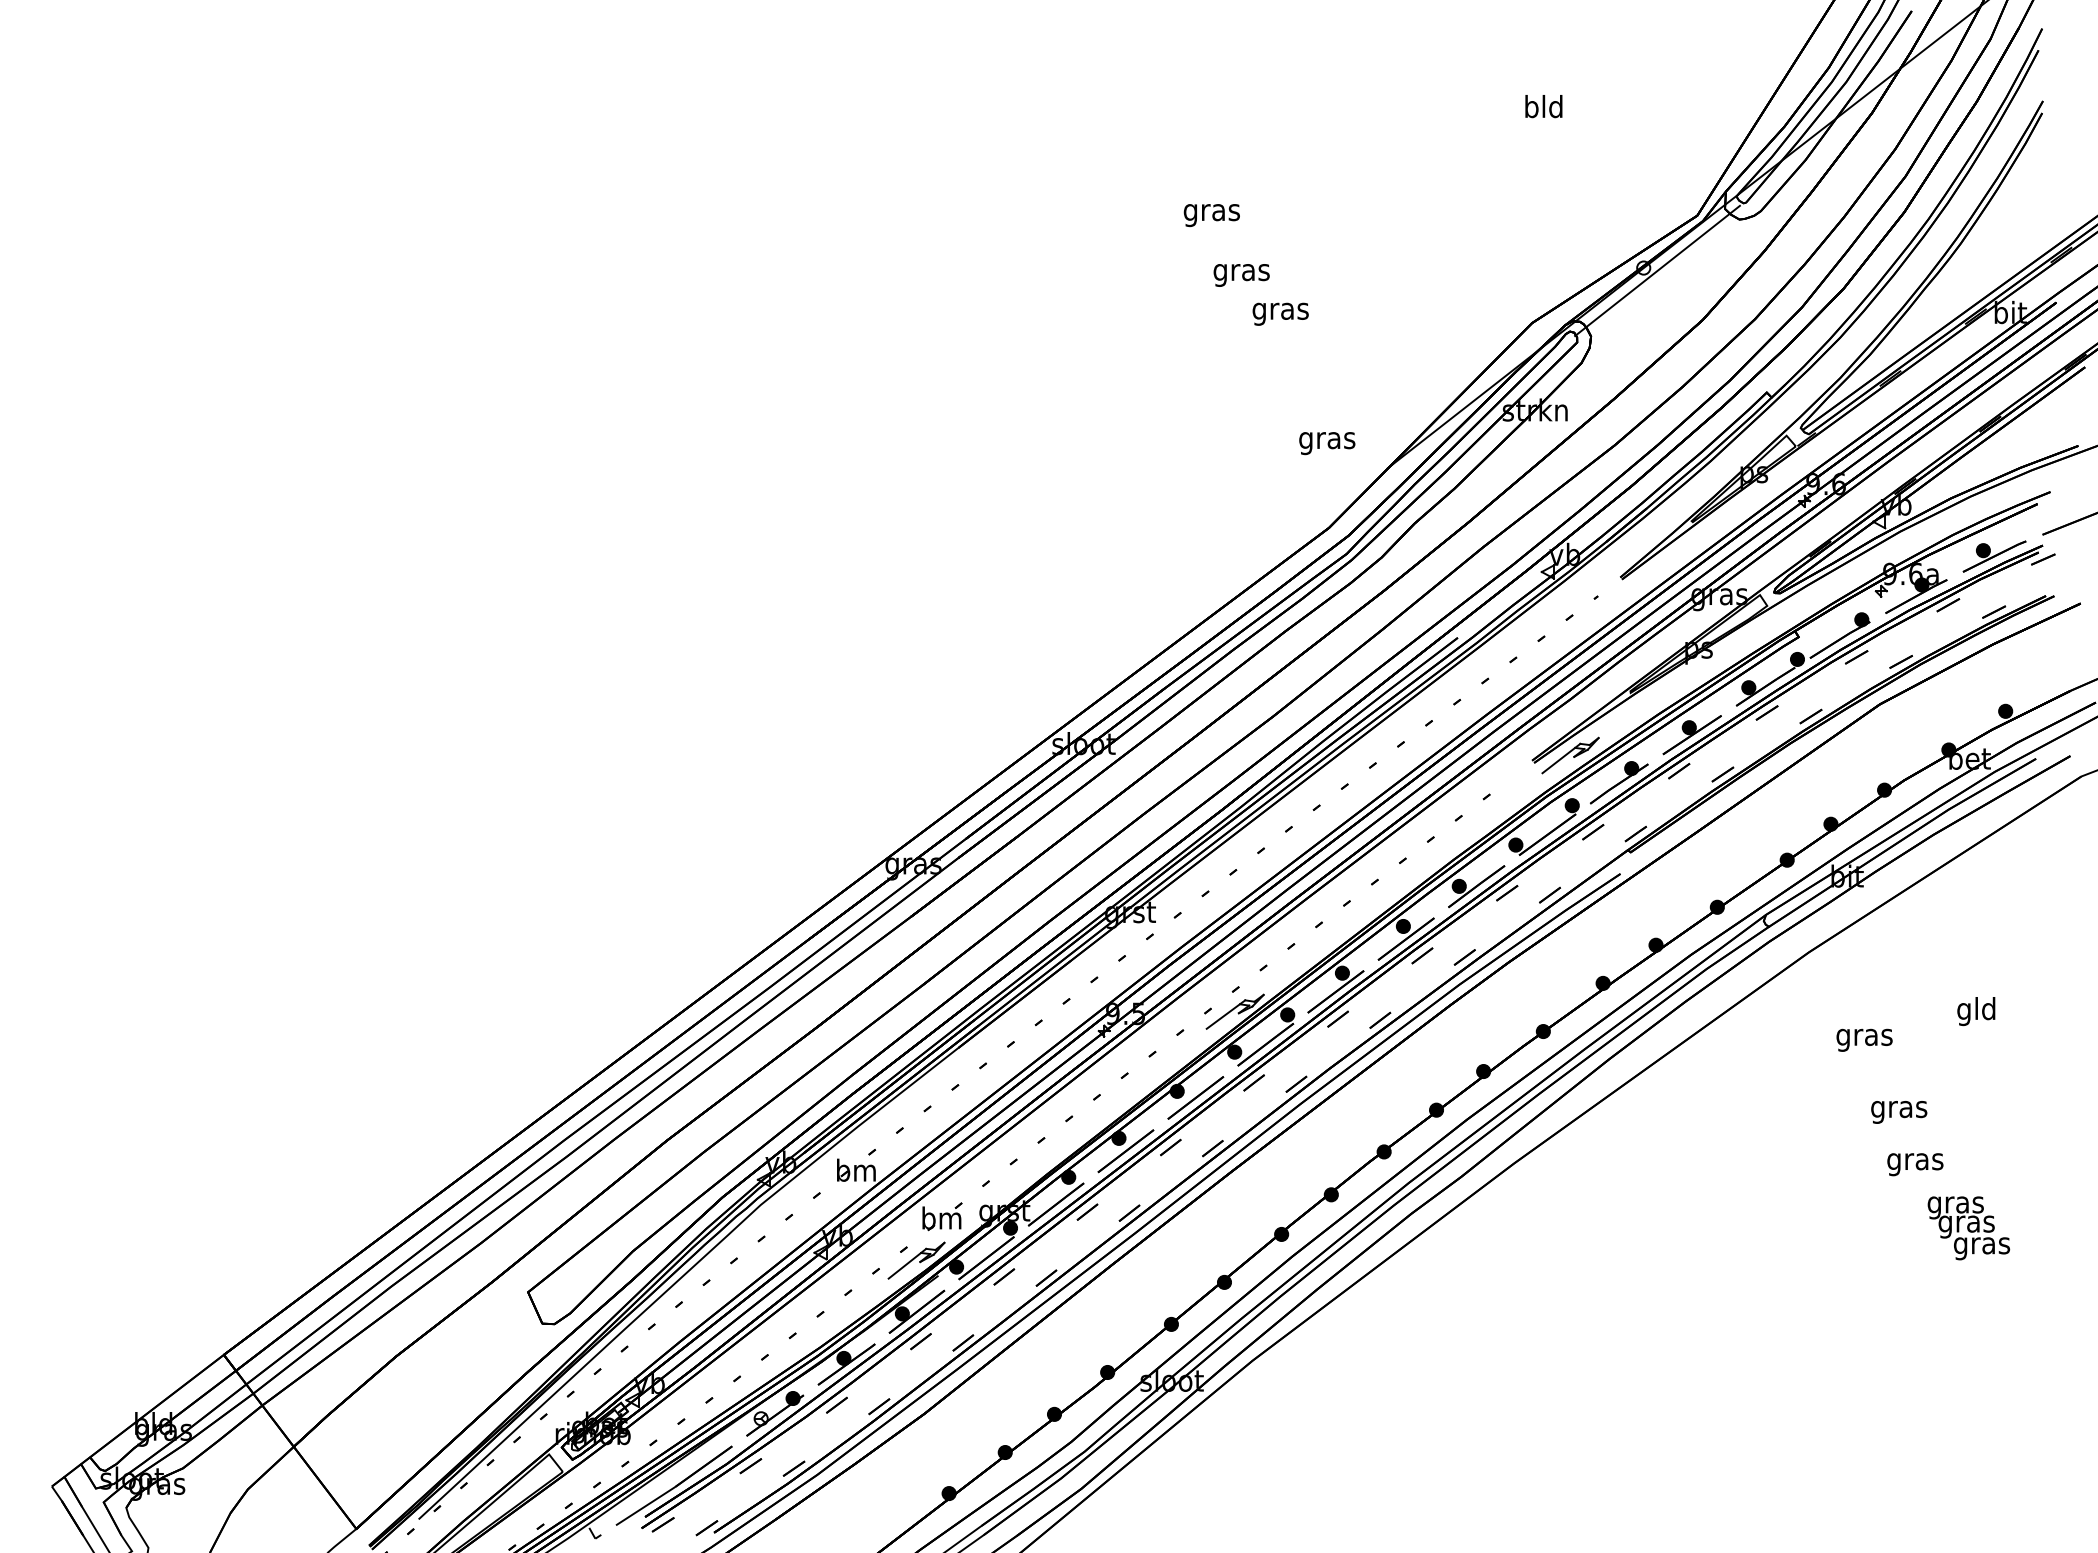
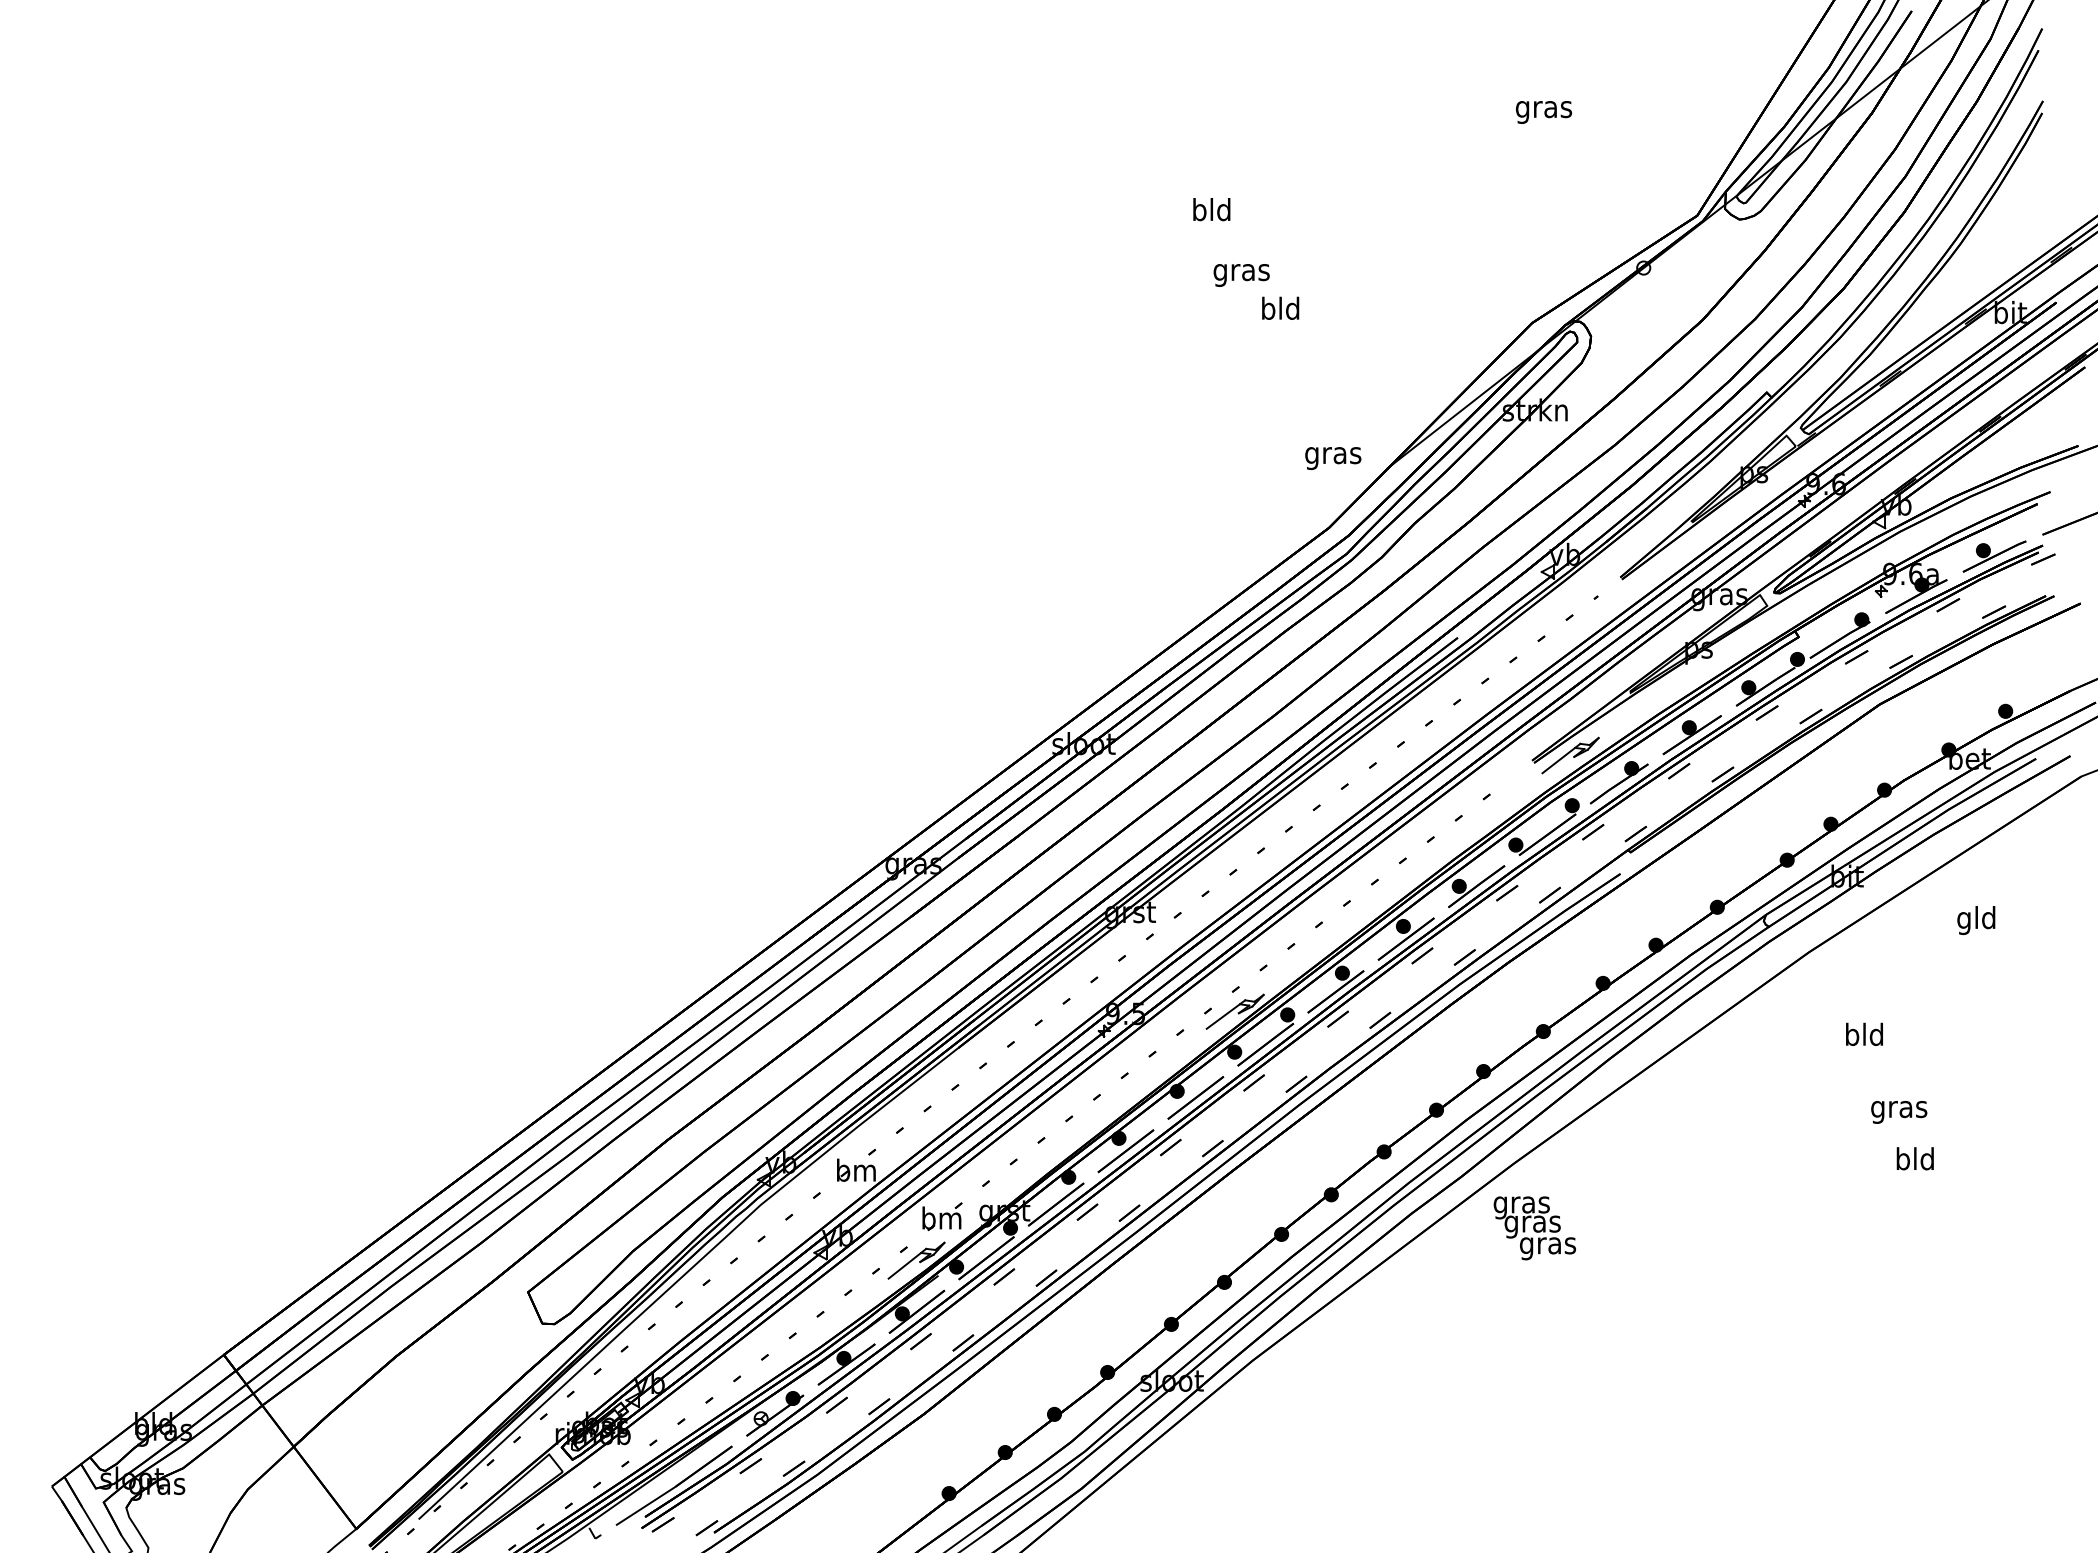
text at (1543, 109): bld -> gras
text at (1211, 212): gras -> bld
line at (1657, 270): present -> none
text at (1280, 310): gras -> bld
text at (1327, 443) position: (1327, 443) -> (1333, 458)
text at (1976, 1011) position: (1976, 1011) -> (1976, 920)
text at (1864, 1036): gras -> bld
text at (1915, 1161): gras -> bld
text at (1968, 1228) position: (1968, 1228) -> (1534, 1228)
